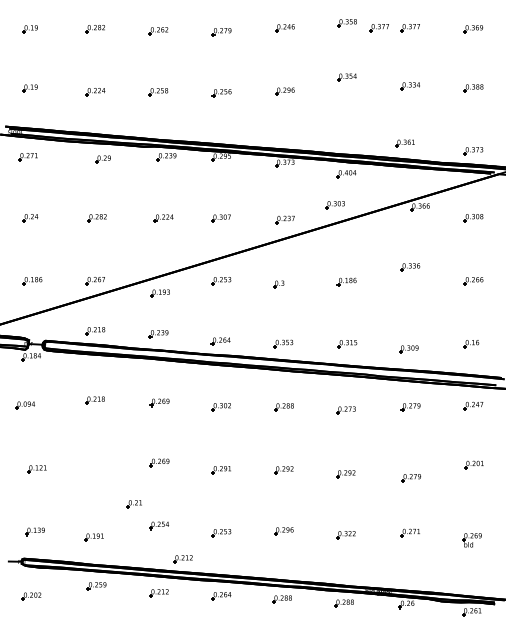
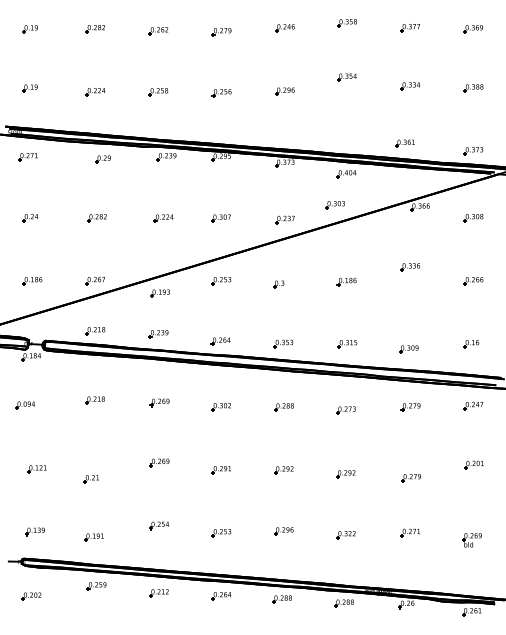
part at (378, 28): present -> none
part at (133, 504) position: (133, 504) -> (90, 479)
part at (182, 559): present -> none
